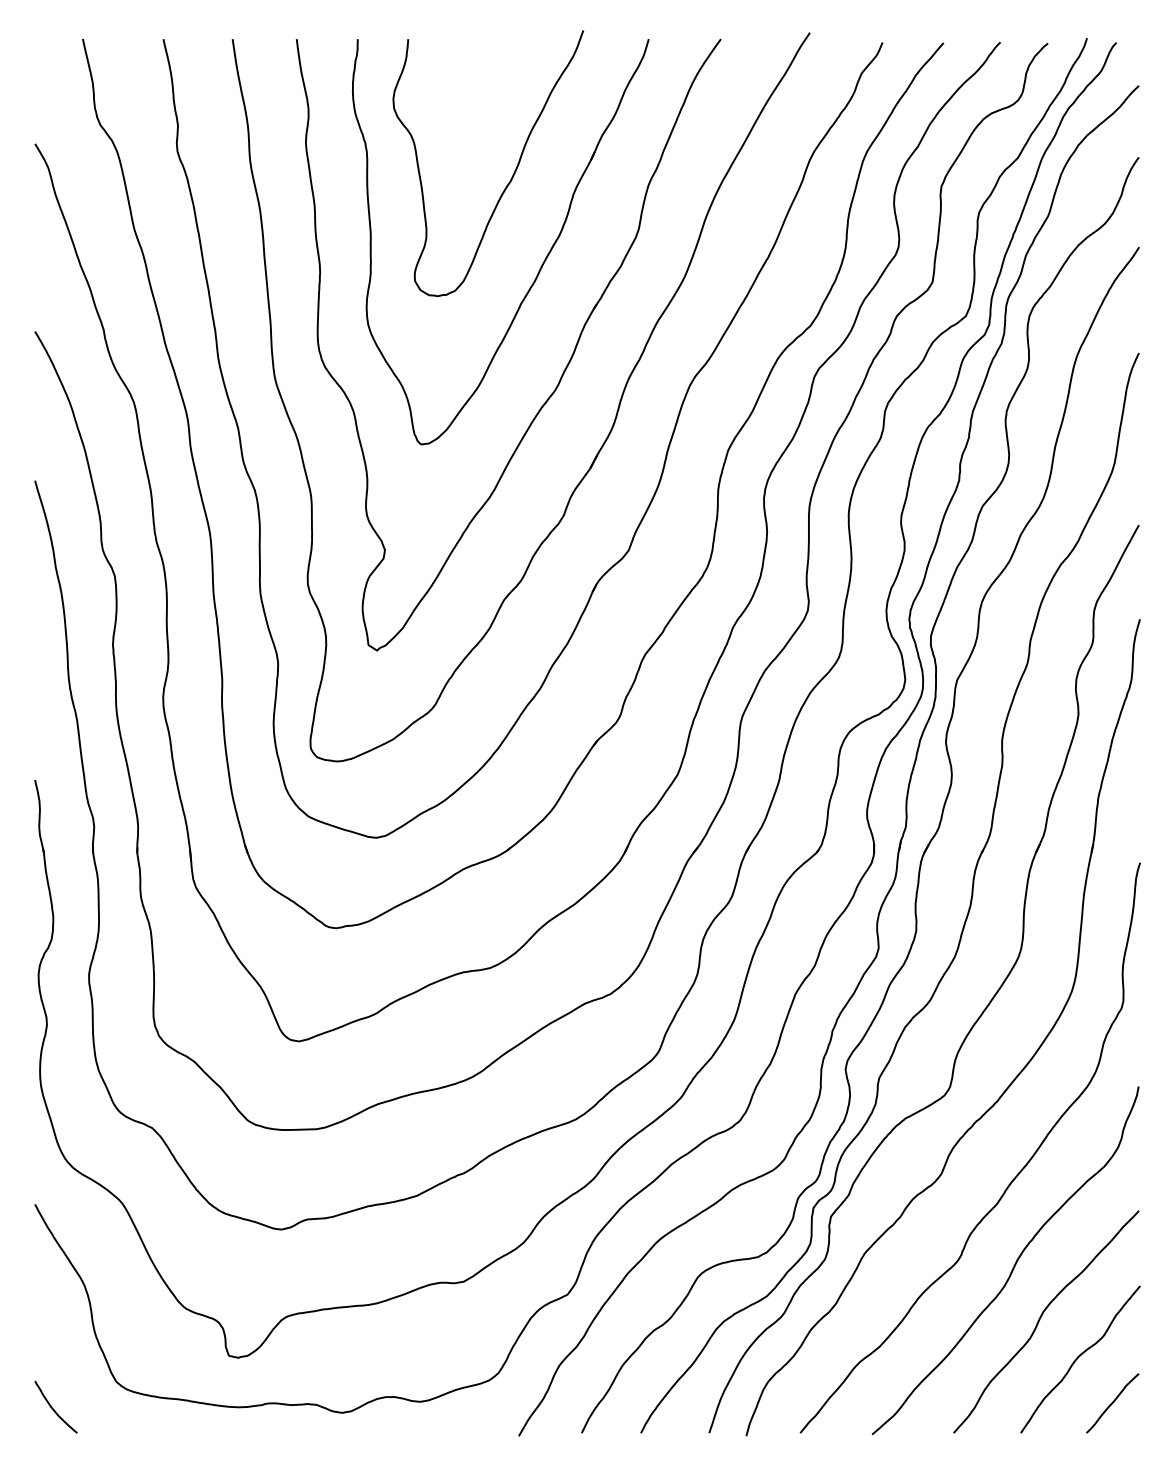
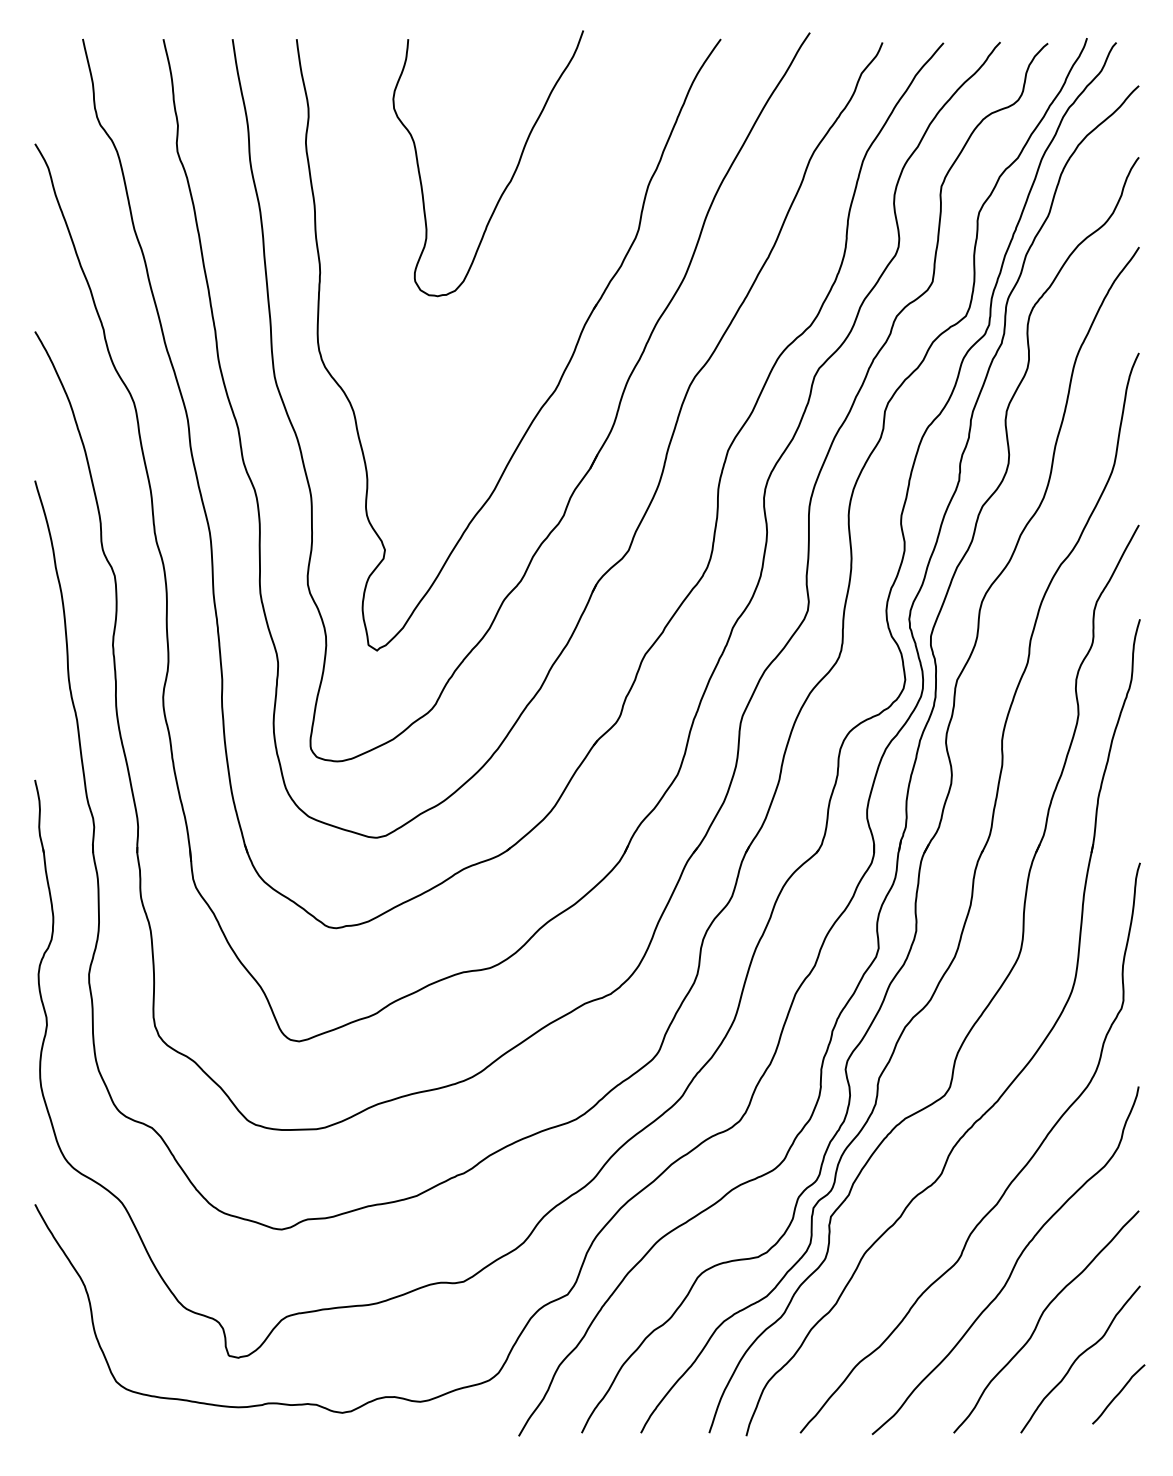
part at (541, 264): present -> none
curve at (1112, 1403) position: (1112, 1403) -> (1118, 1394)
curve at (53, 1408): present -> none
